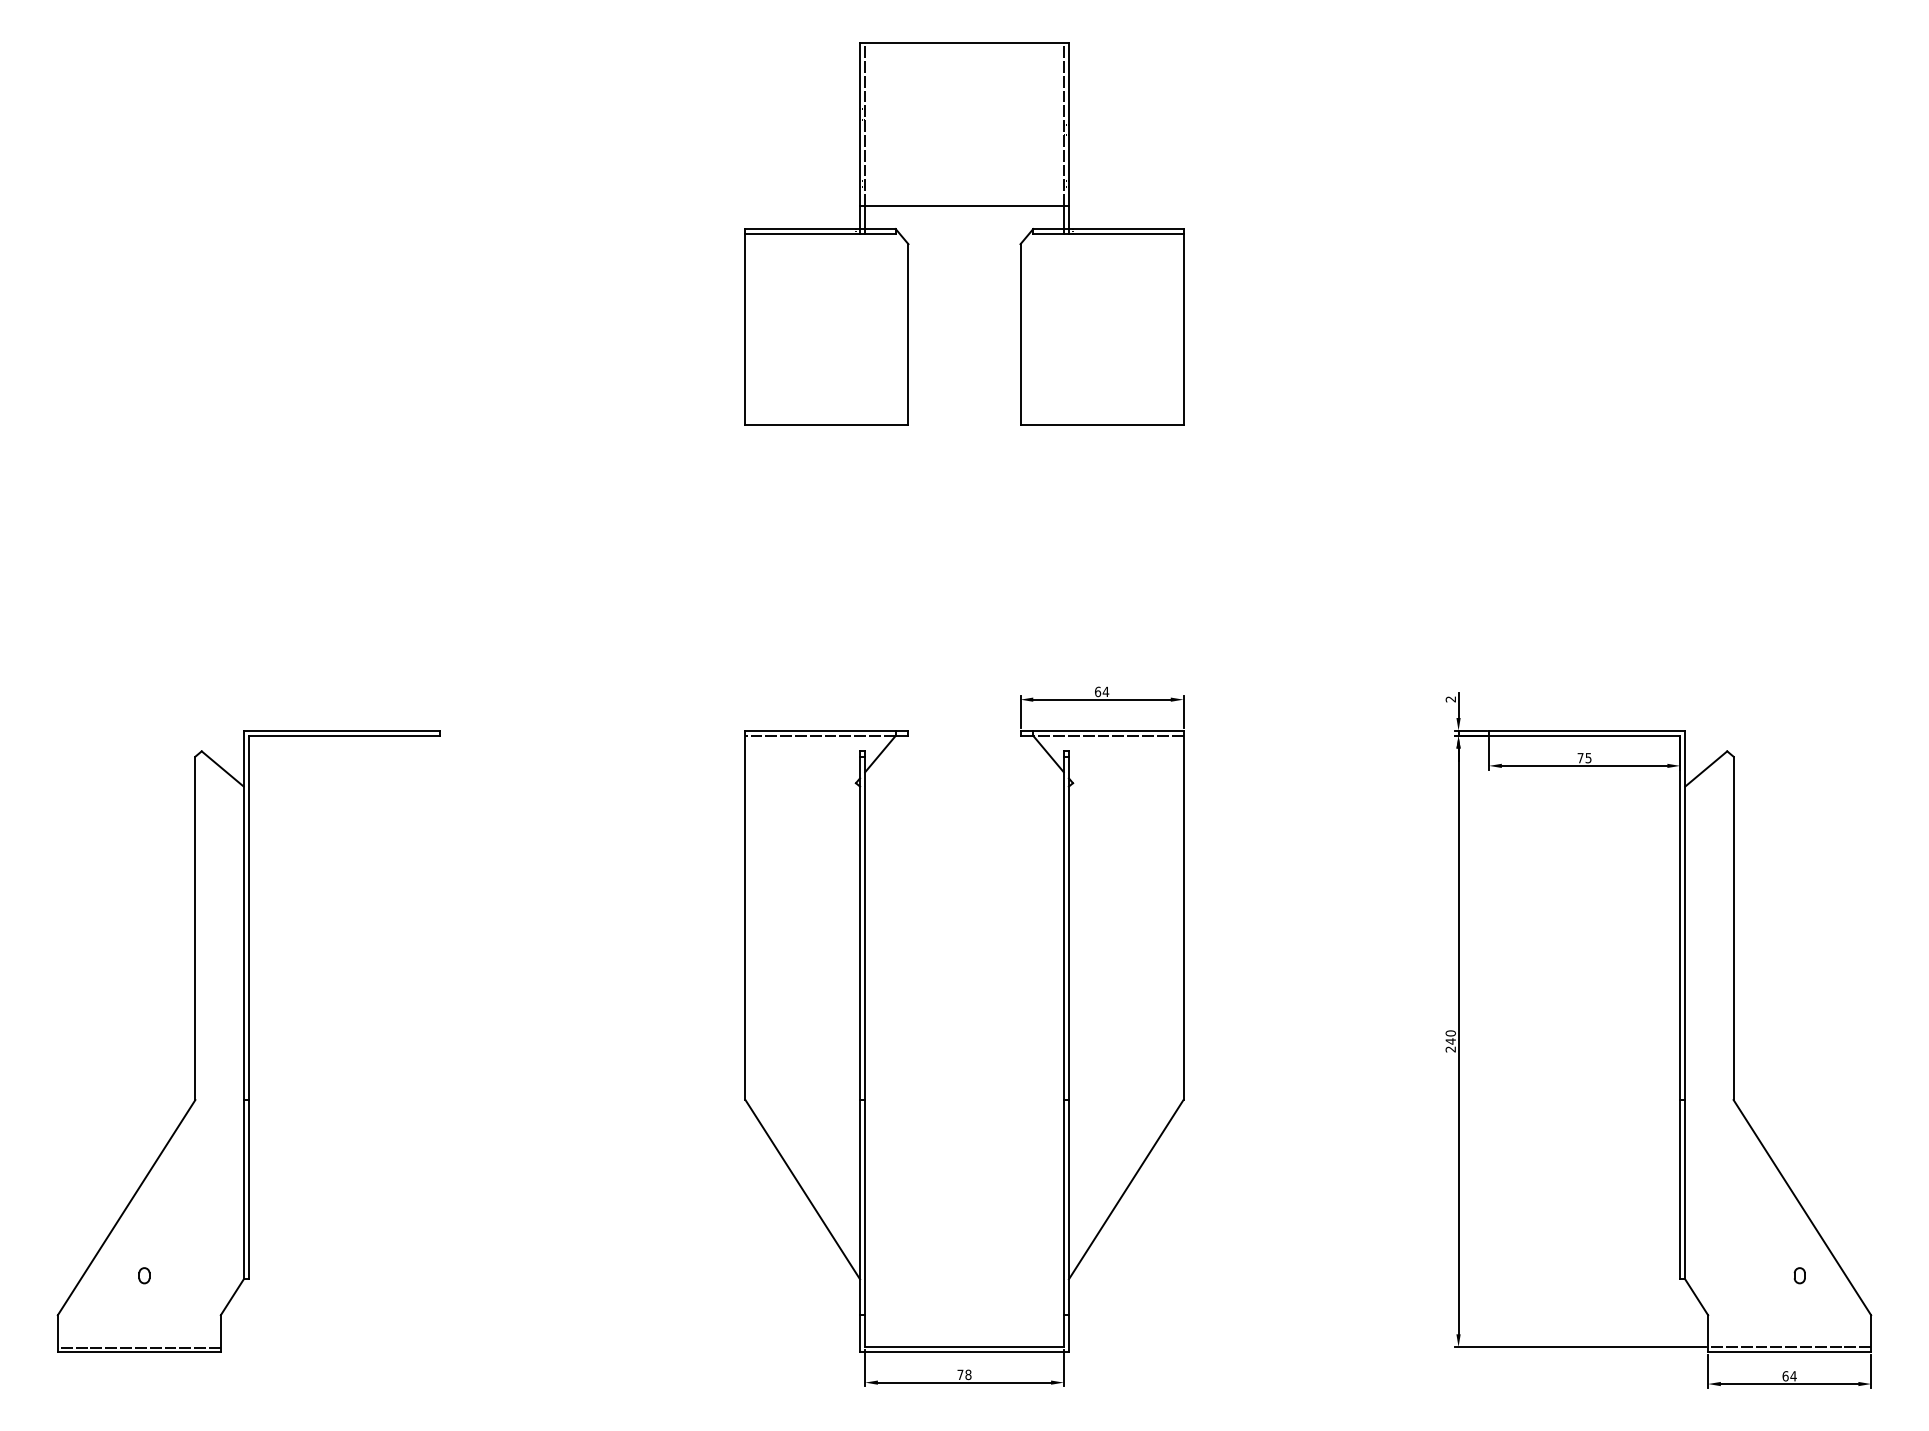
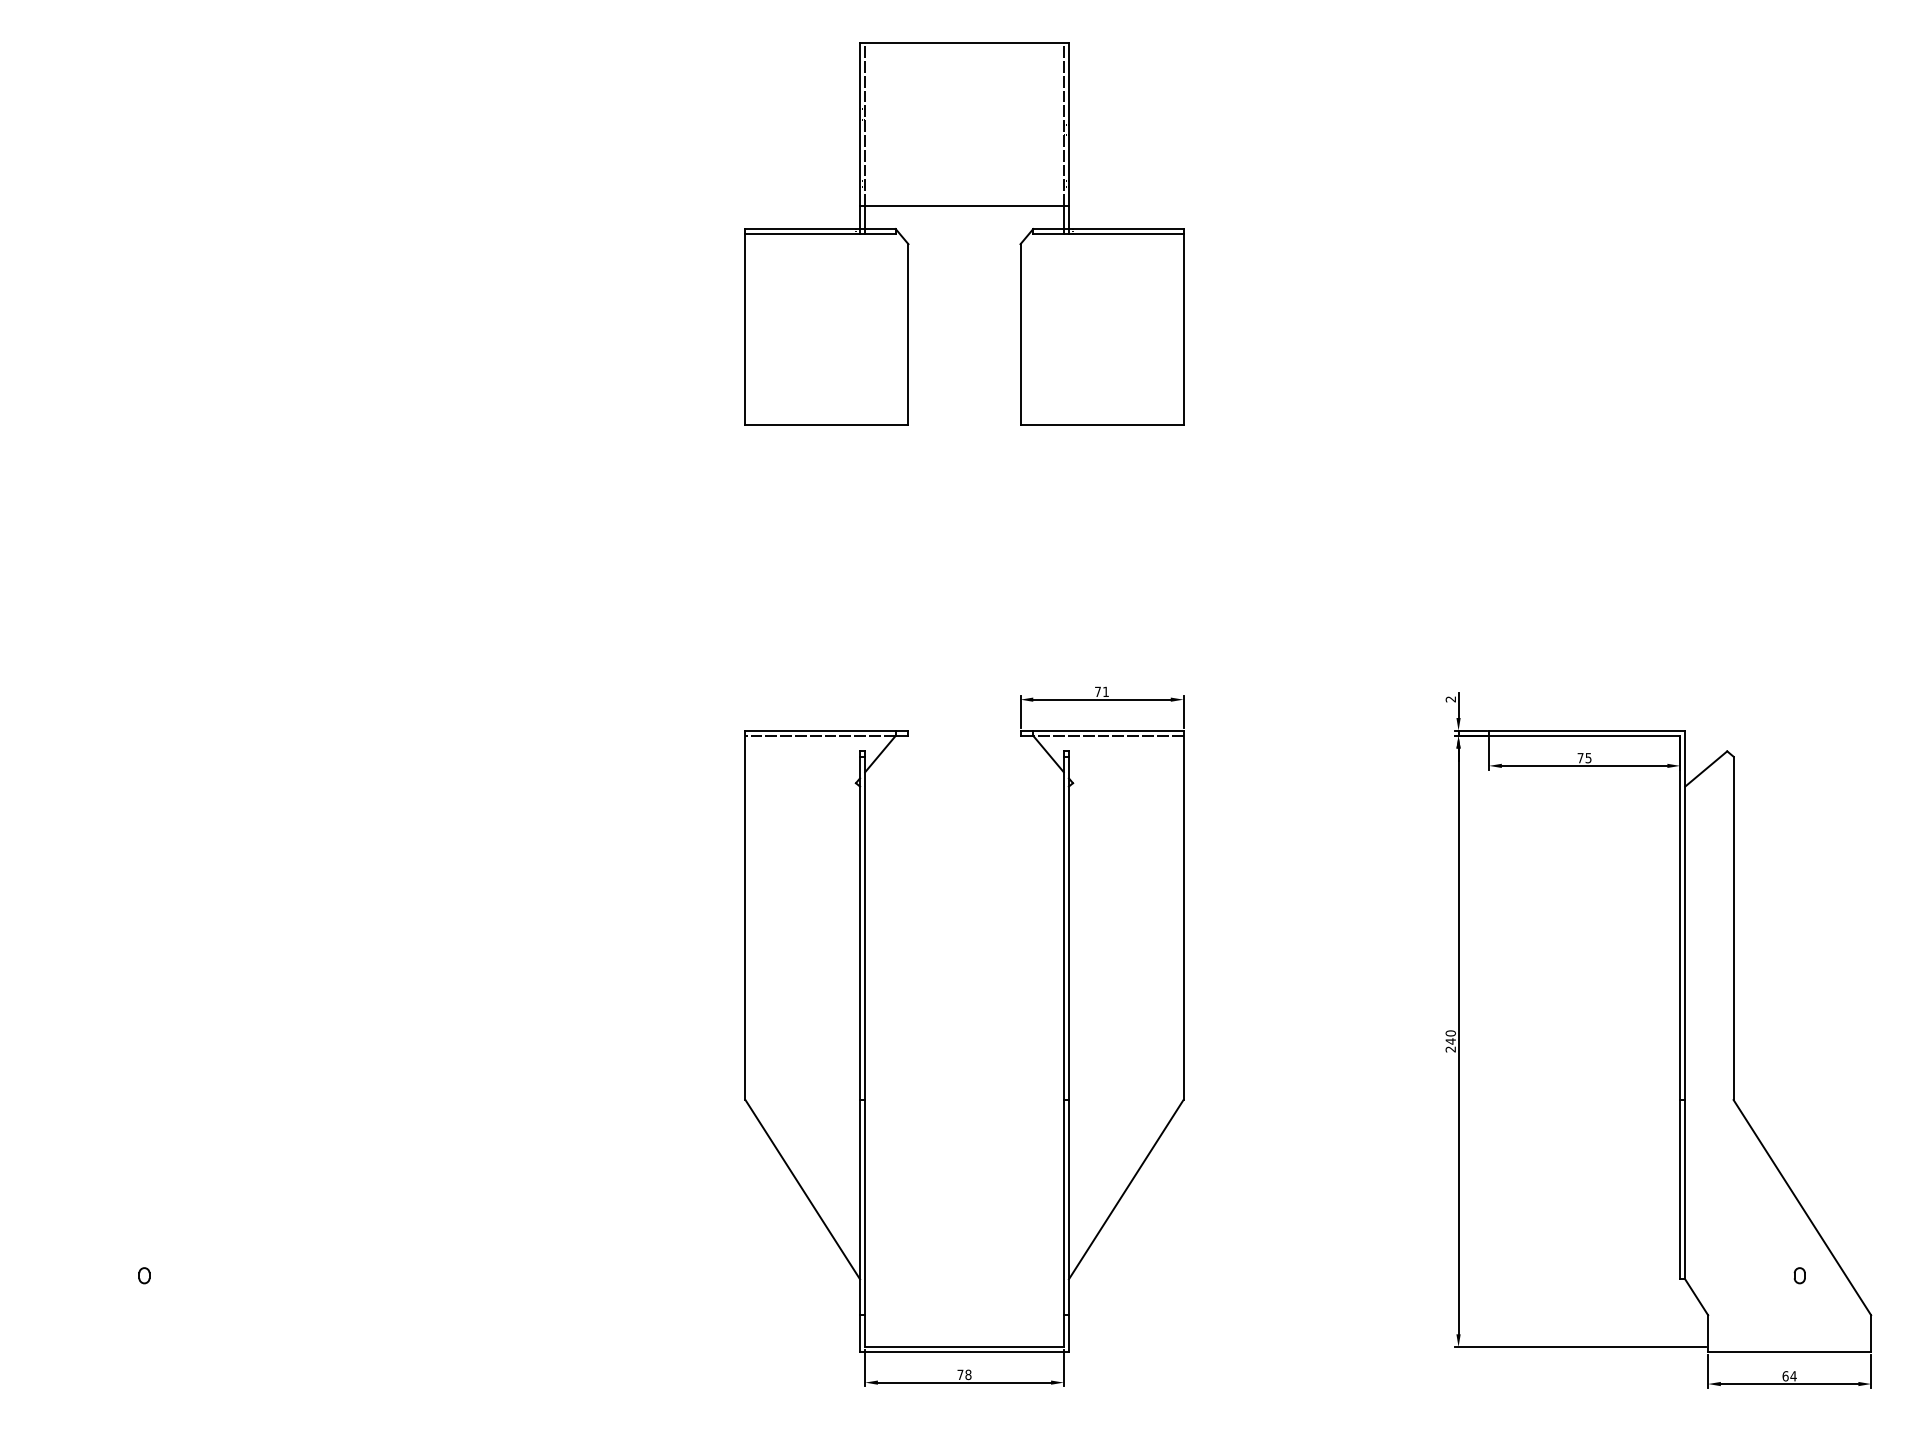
text at (1102, 691): 64 -> 71
part at (248, 1041): present -> none
line at (1789, 1347): present -> none
